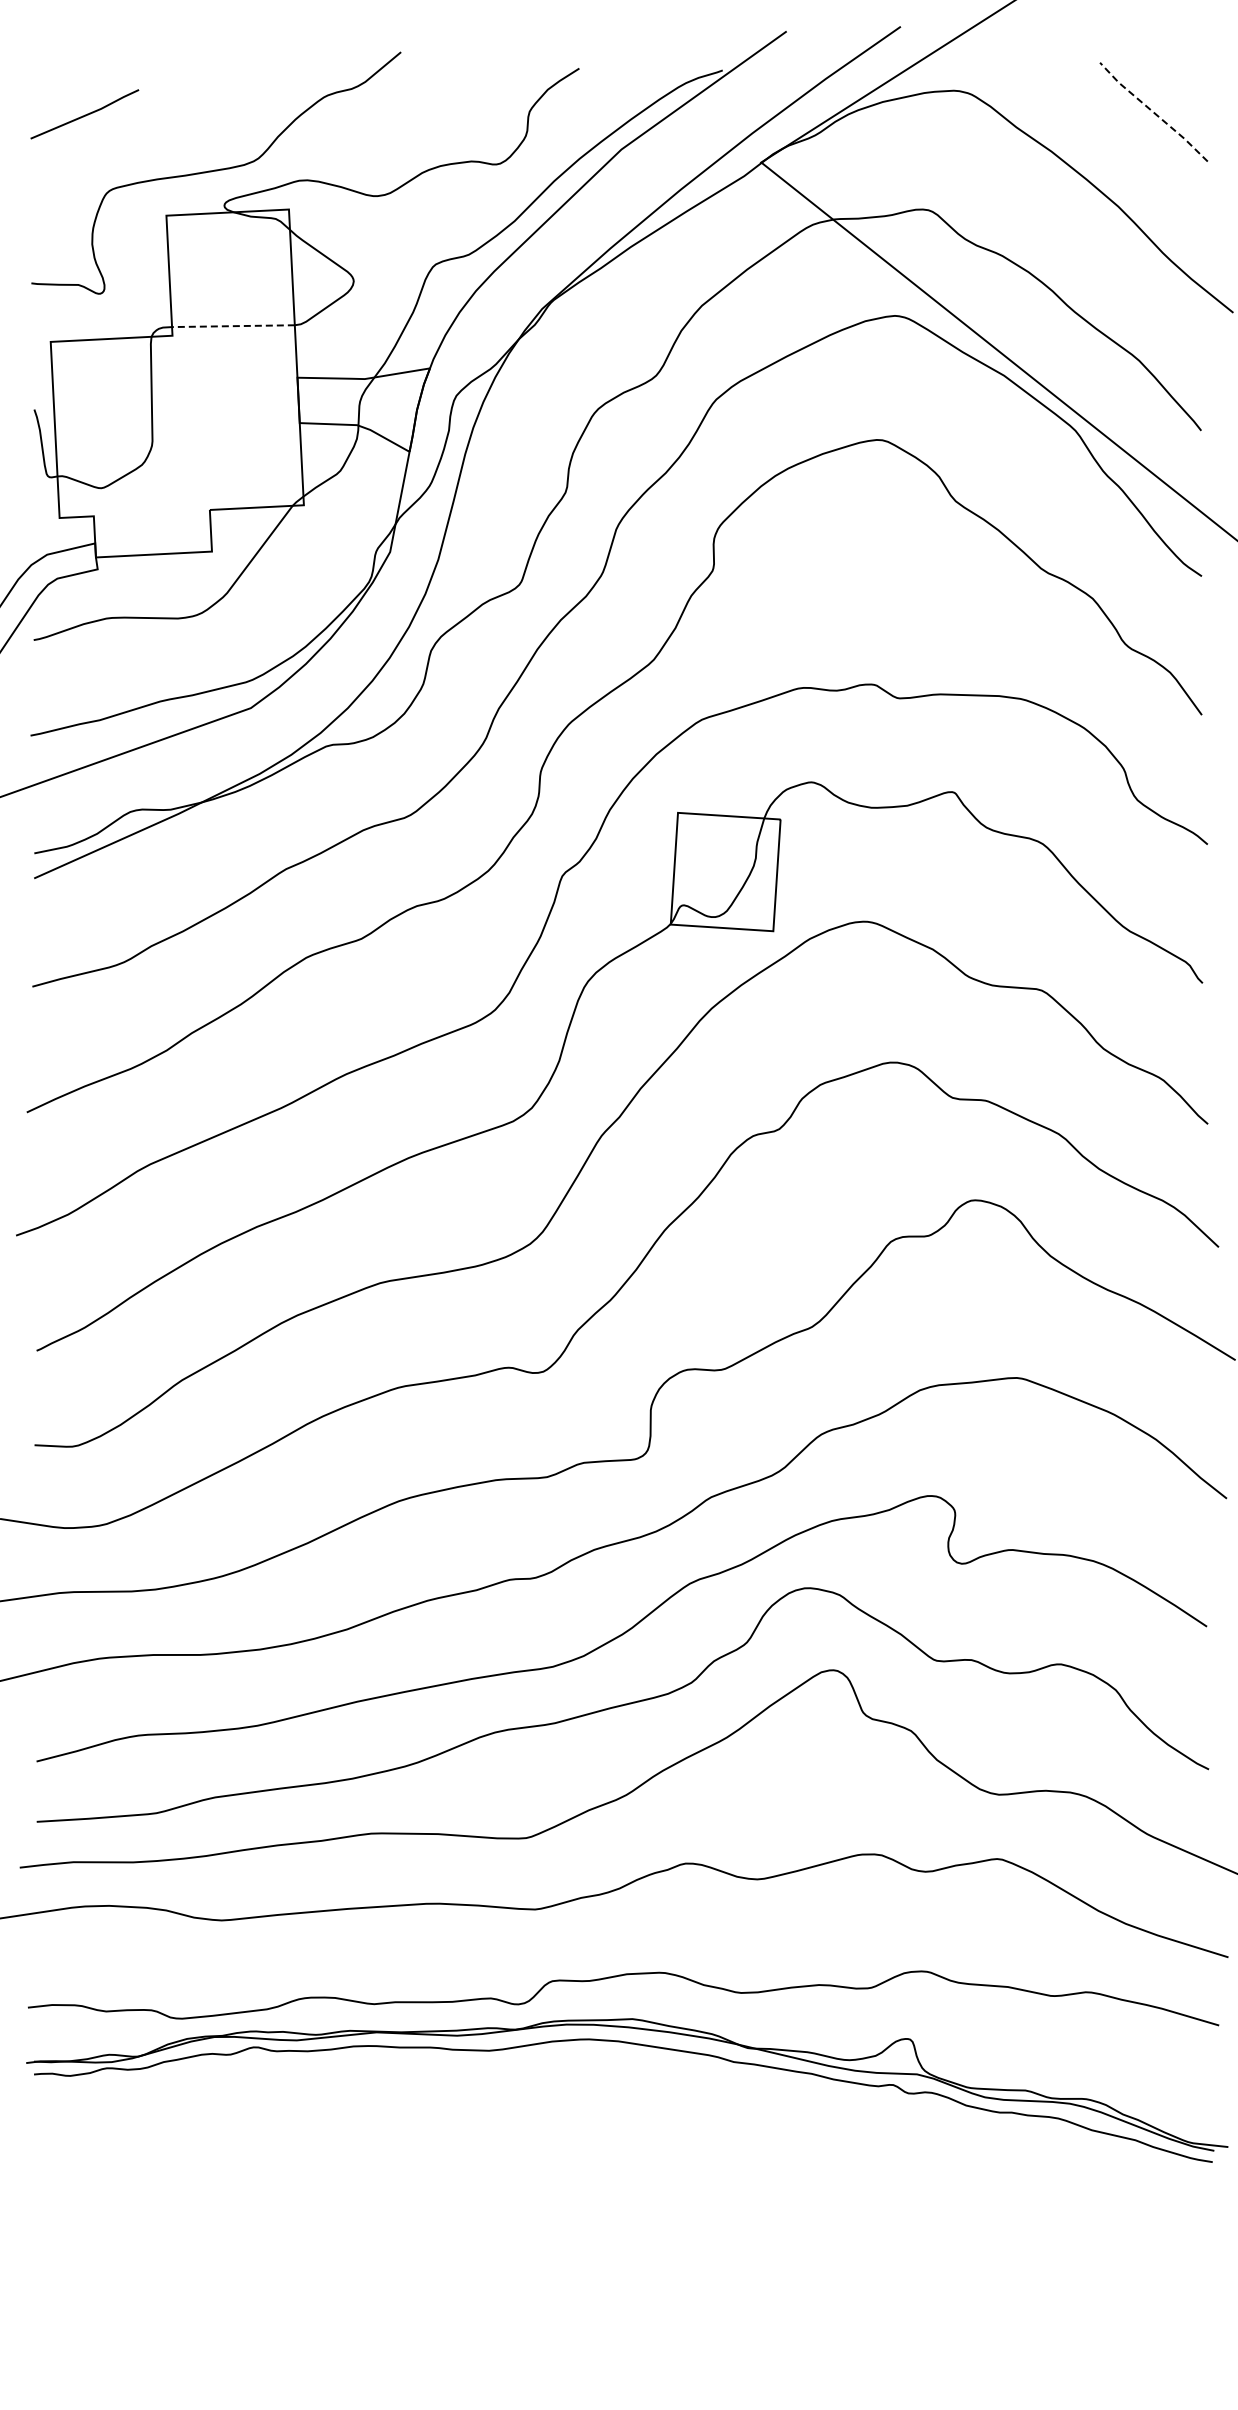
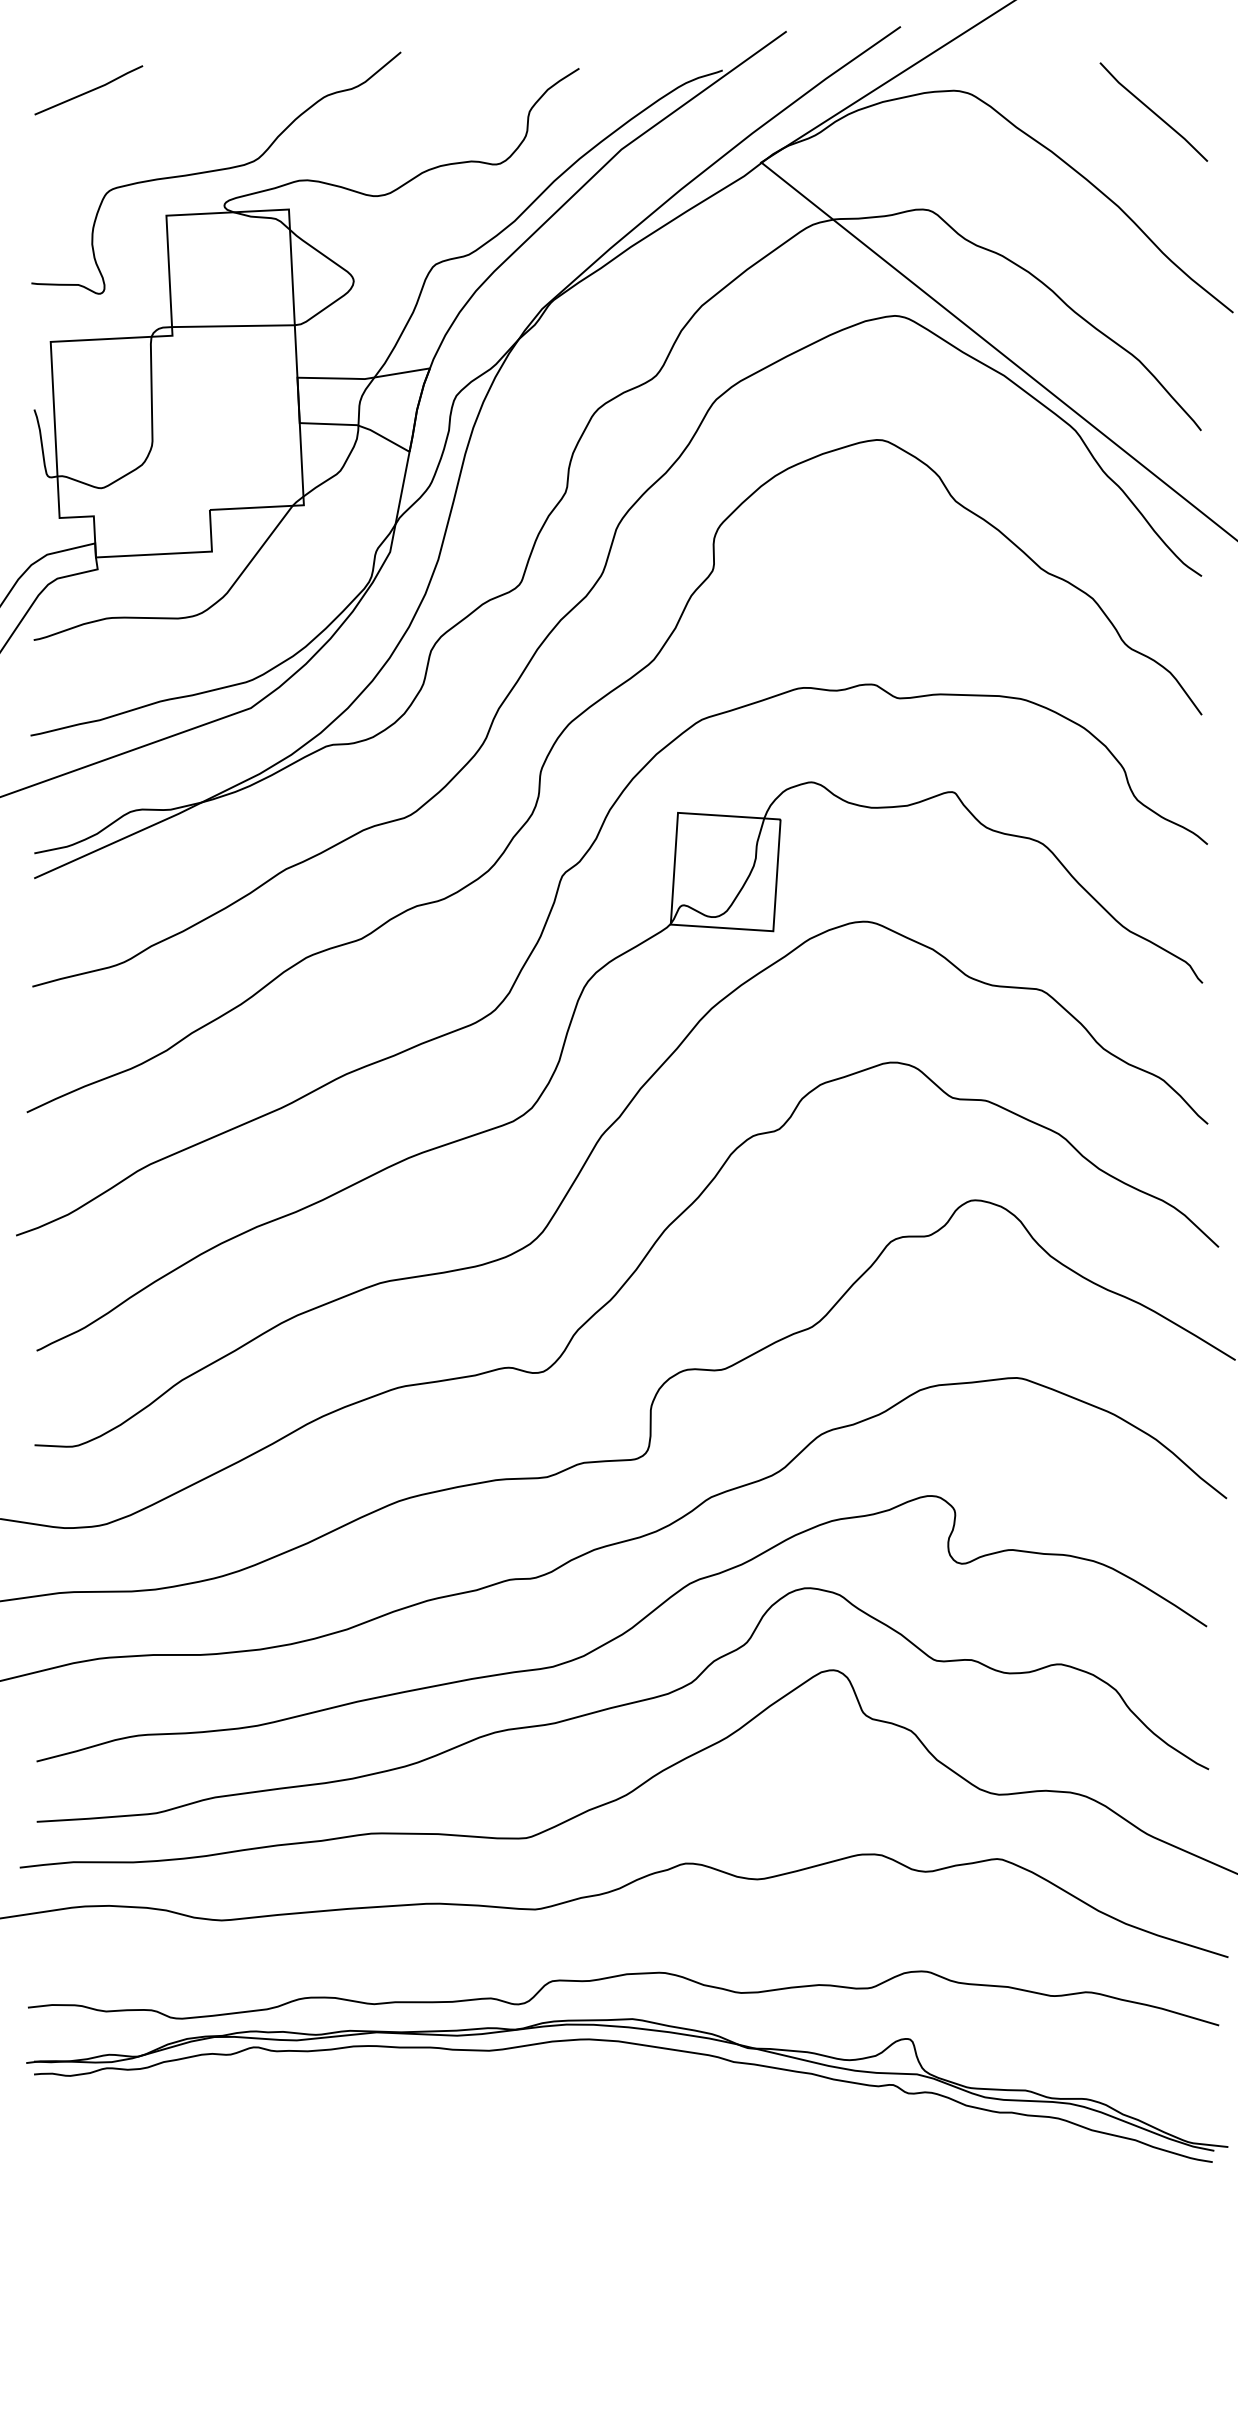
line at (1153, 112): dashed -> solid
line at (85, 114) position: (85, 114) -> (89, 90)
line at (232, 326): dashed -> solid
